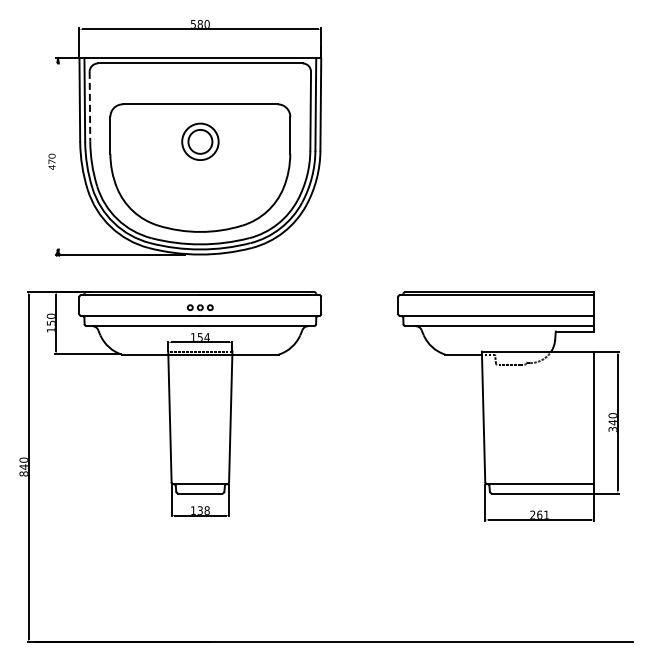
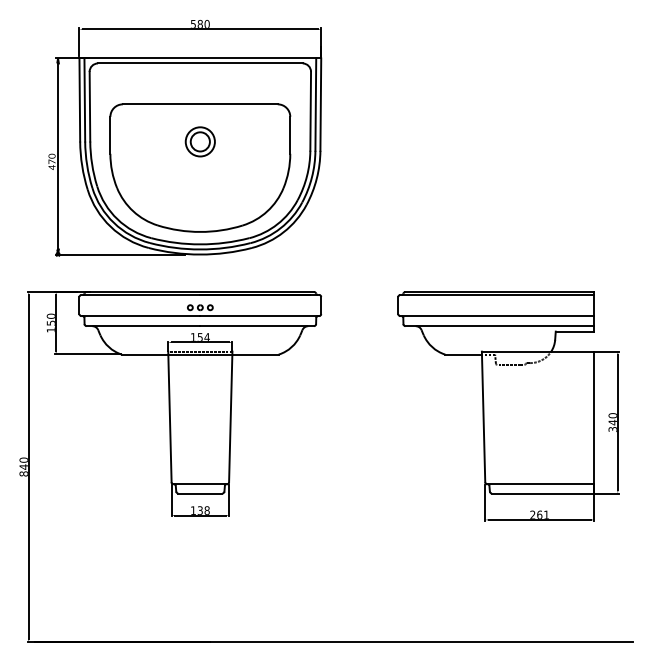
line at (89, 106): dashed -> solid
part at (200, 141) size: 39x39 px -> 32x32 px
line at (58, 156): none -> present
